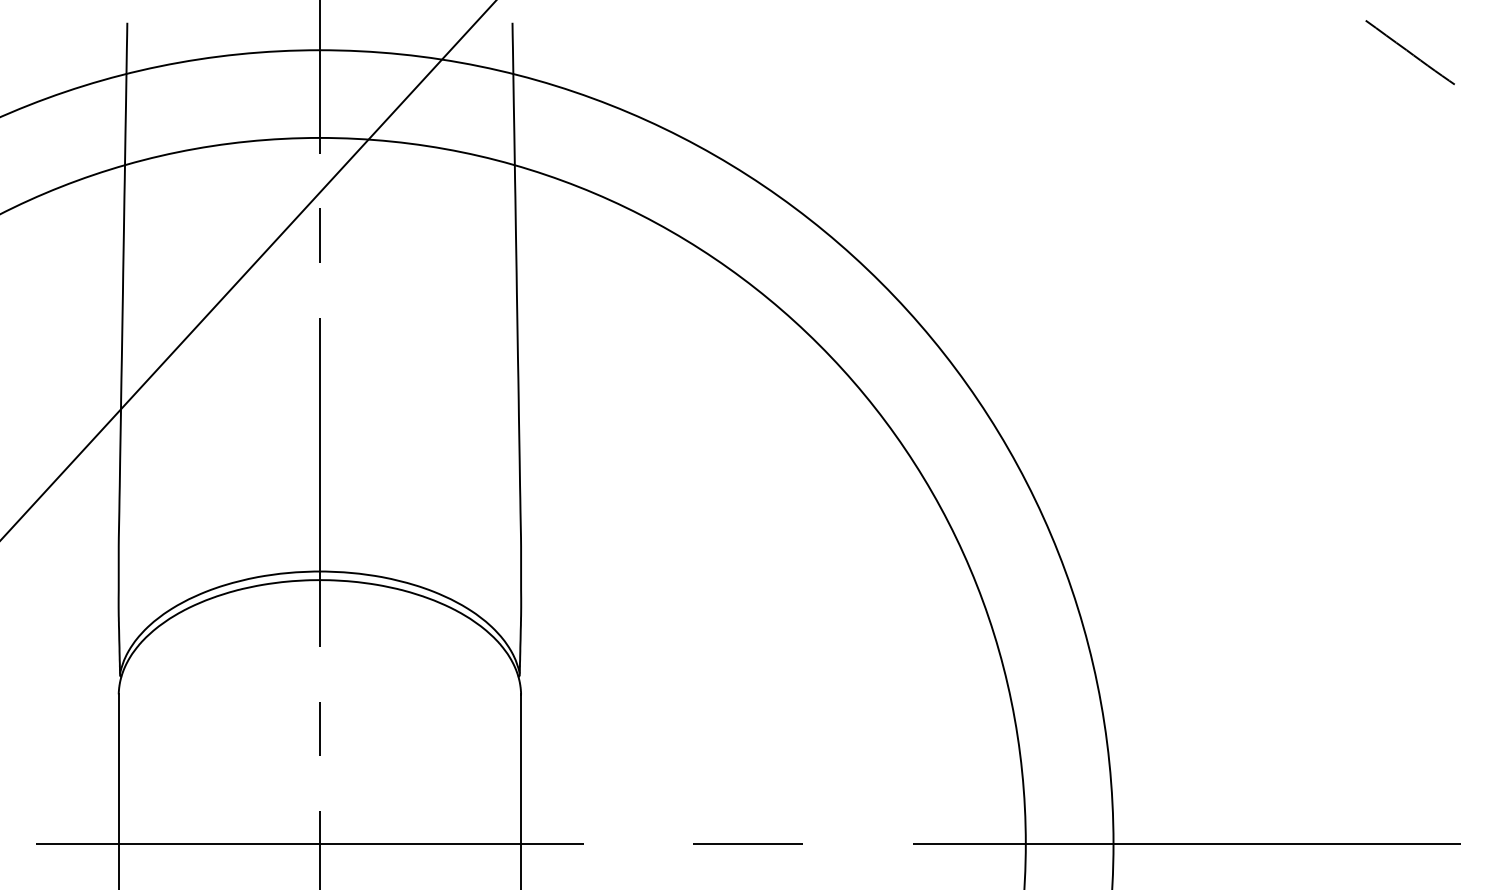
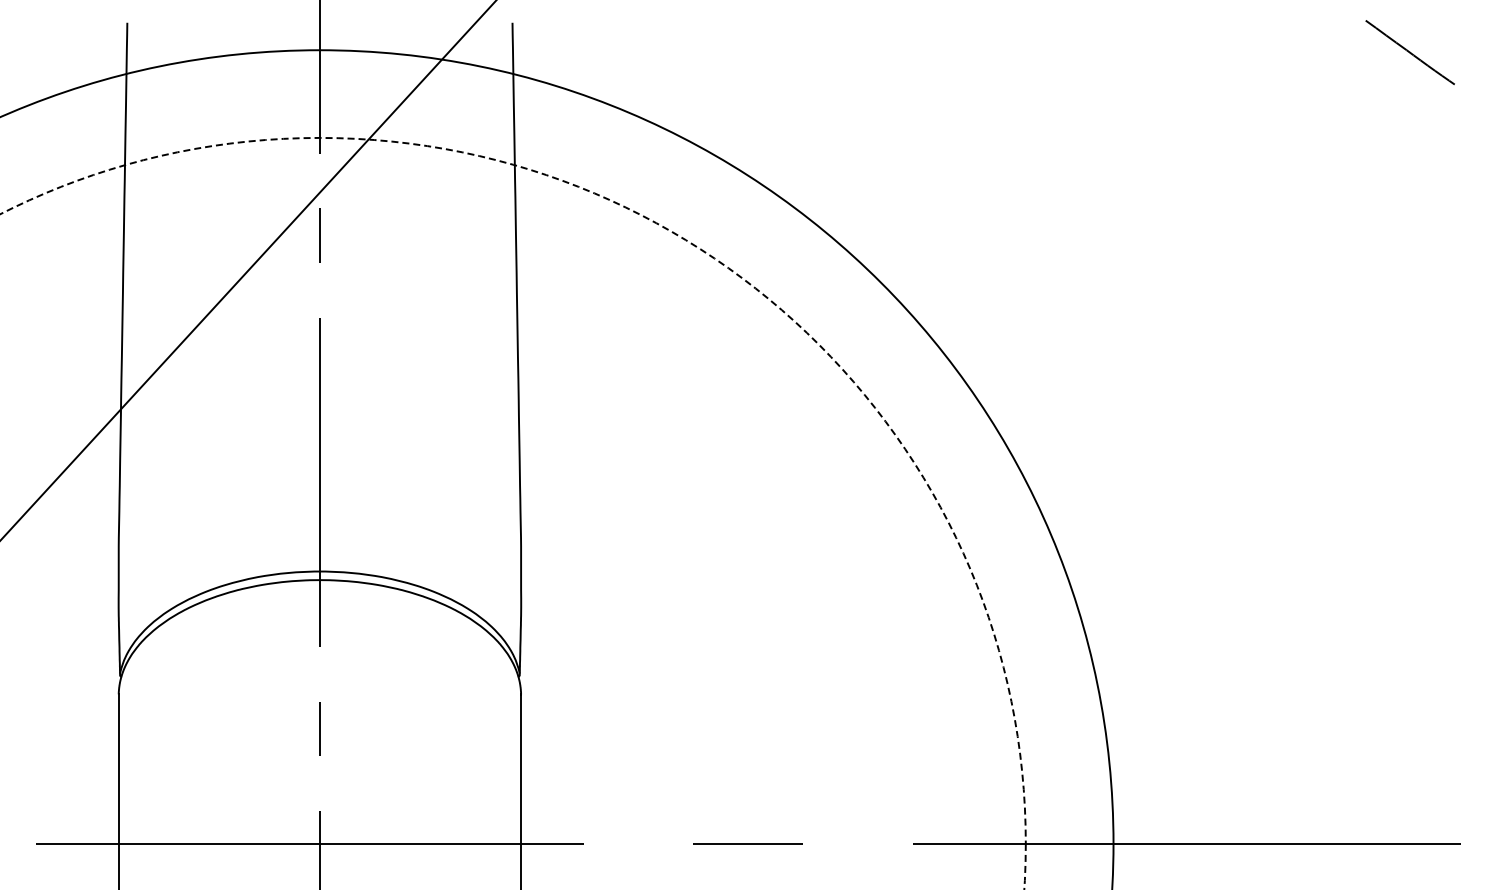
circle at (512, 513): solid -> dashed
